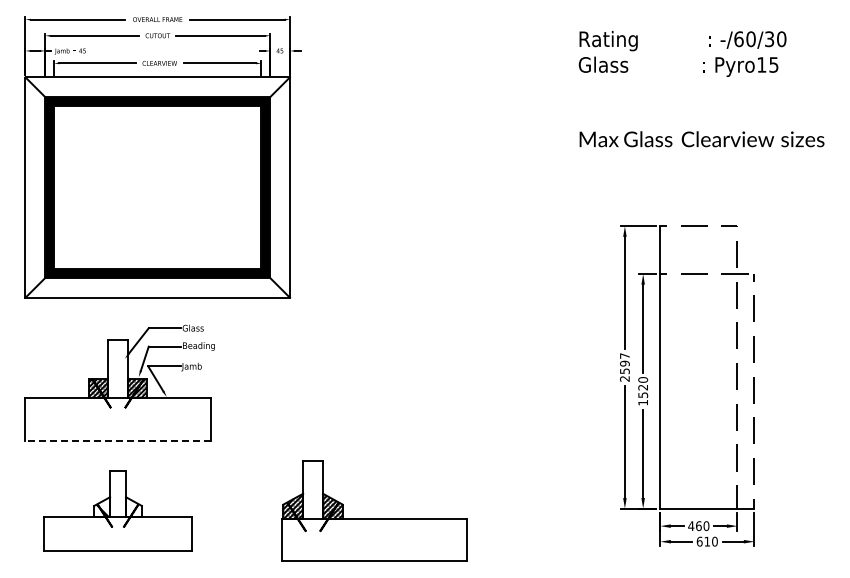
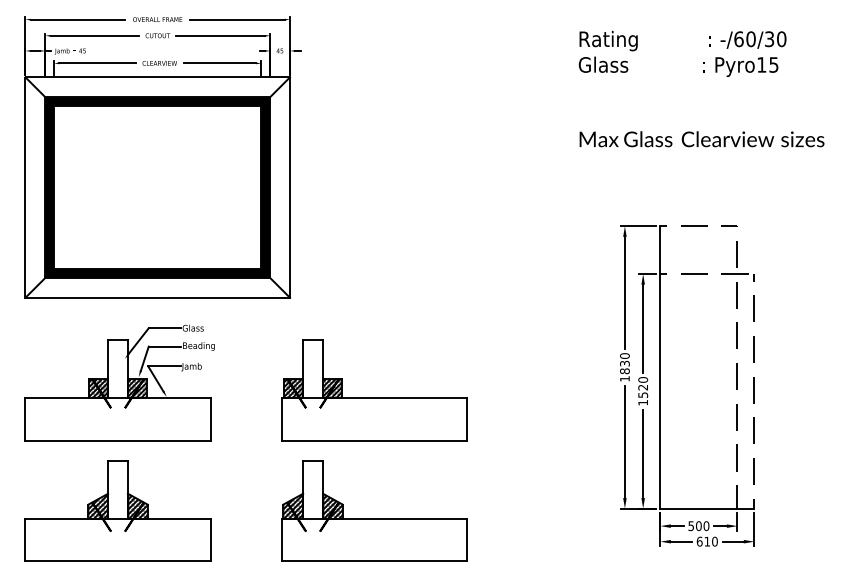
text at (624, 367): 2597 -> 1830
part at (374, 397): none -> present
line at (118, 440): dashed -> solid
part at (117, 510) size: 150x82 px -> 188x102 px
text at (694, 526): 460 -> 500
